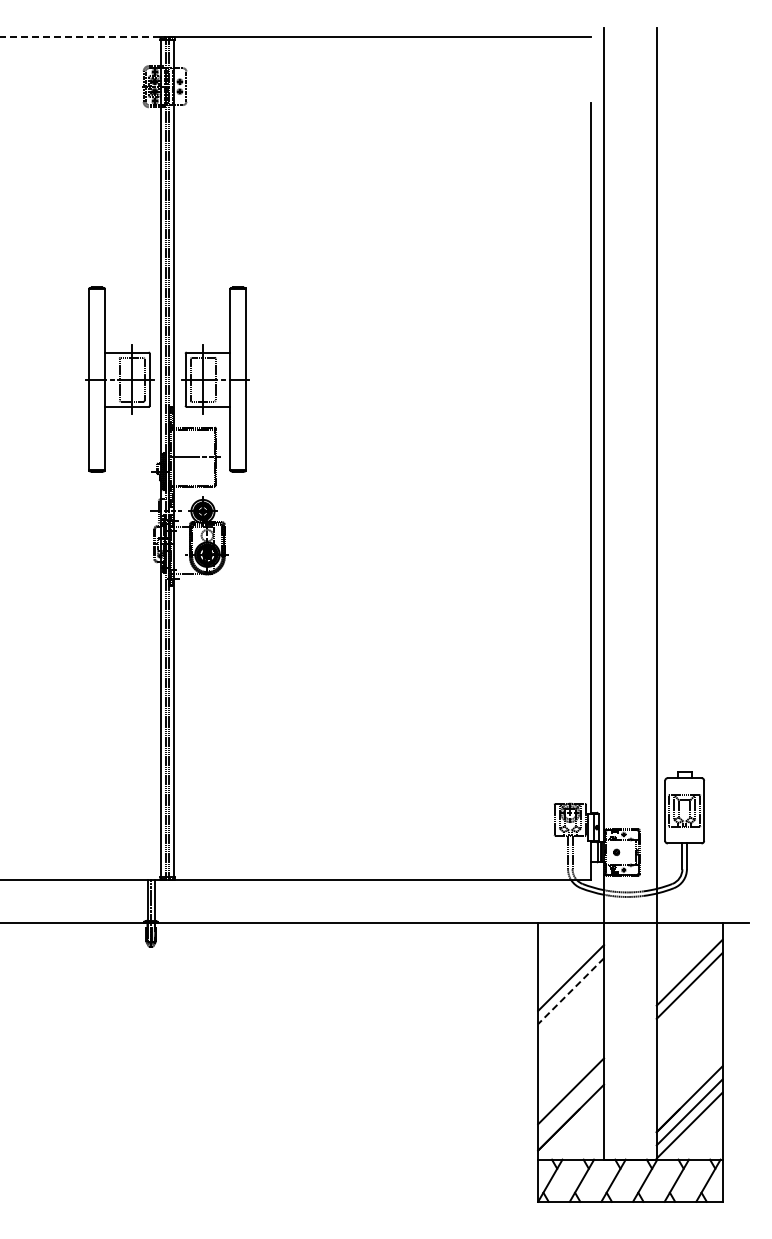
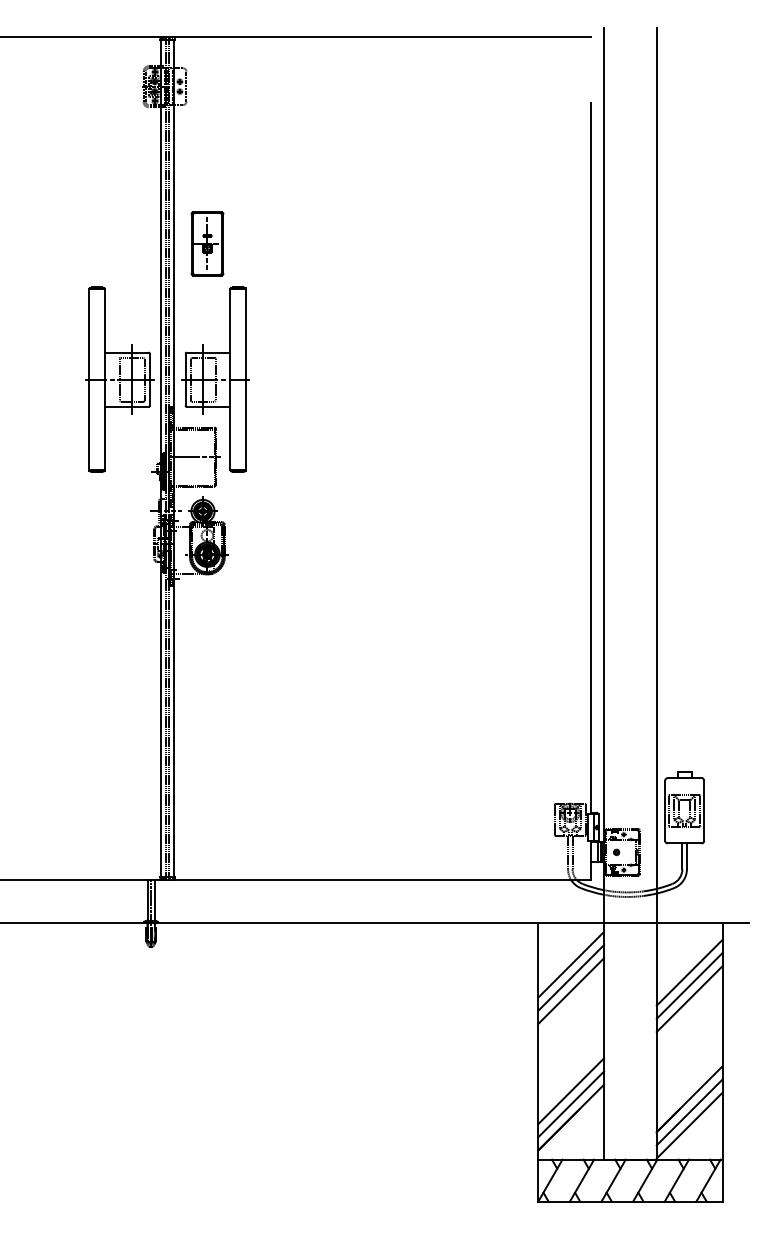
line at (83, 37): dashed -> solid
part at (207, 243): none -> present
line at (571, 964): none -> present
line at (571, 991): dashed -> solid
line at (689, 999): none -> present
line at (571, 1104): none -> present
